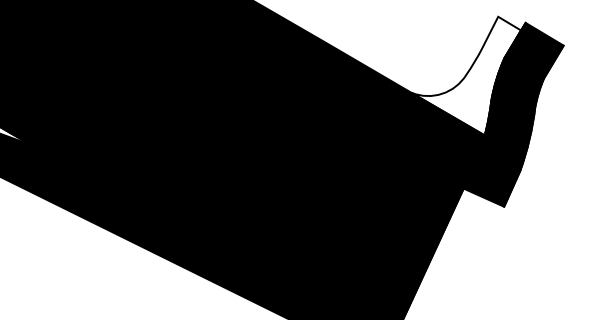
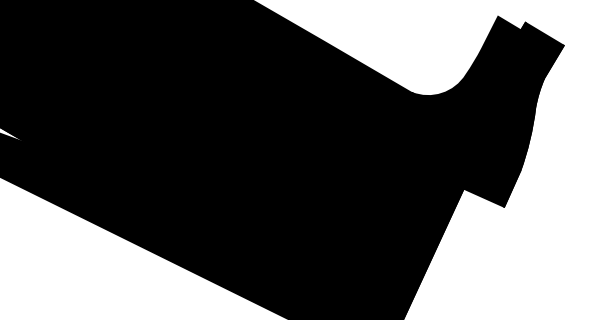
fill at (466, 75): none -> present
